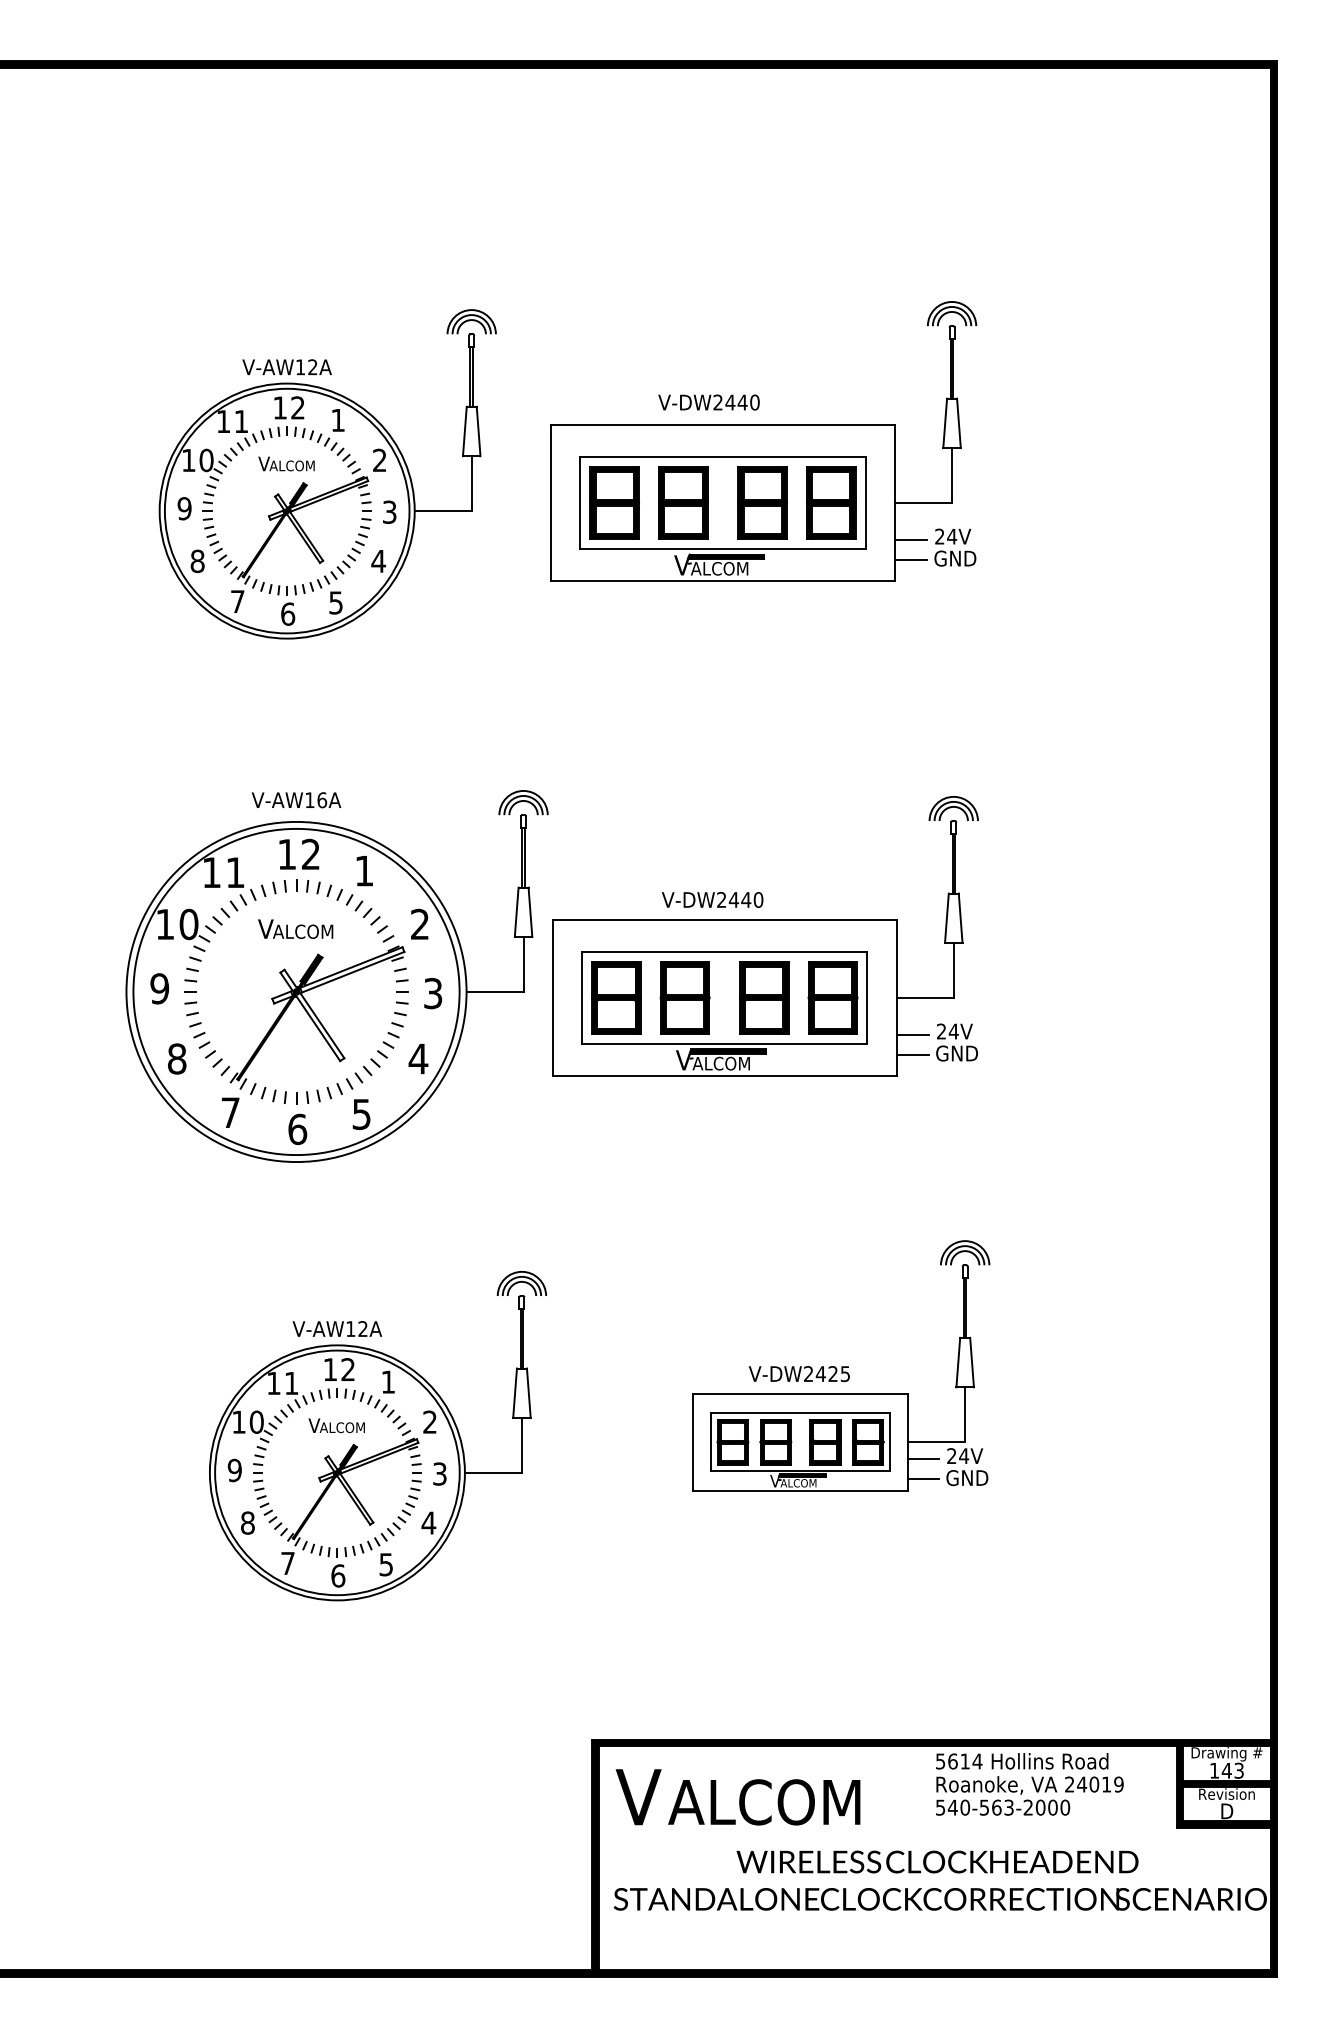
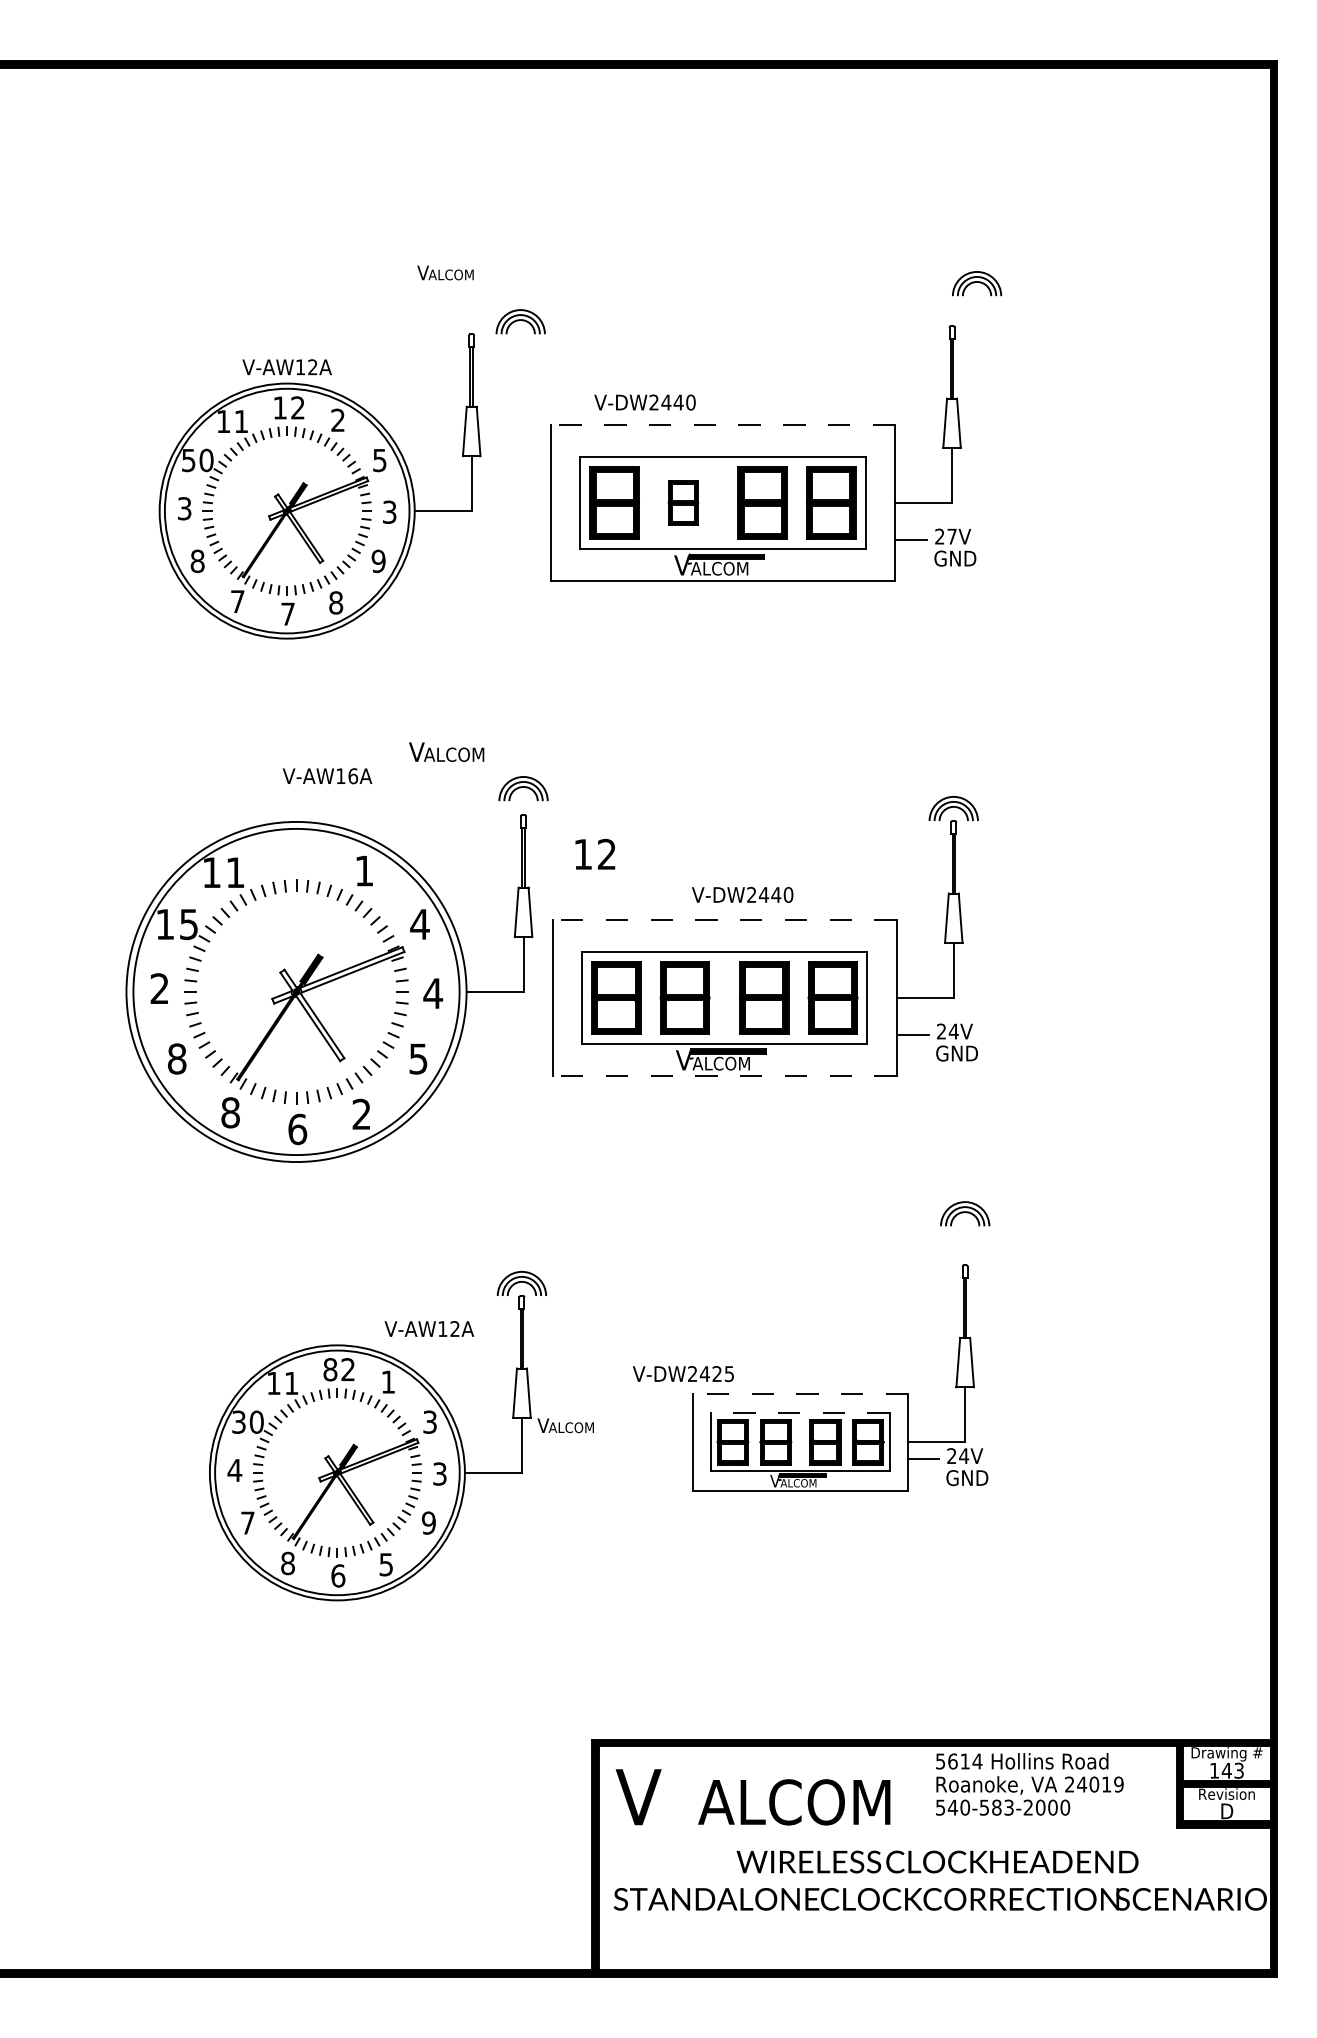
part at (952, 313) position: (952, 313) -> (977, 283)
part at (471, 321) position: (471, 321) -> (520, 321)
text at (708, 402) position: (708, 402) -> (644, 402)
text at (337, 419): 1 -> 2
line at (722, 425): solid -> dashed
text at (188, 460): 10 -> 50
text at (379, 460): 2 -> 5
text at (286, 463) position: (286, 463) -> (445, 272)
part at (683, 502) size: 51x74 px -> 33x46 px
text at (184, 508): 9 -> 3
text at (952, 536): 24V -> 27V
line at (911, 559): present -> none
text at (378, 561): 4 -> 9
text at (336, 602): 5 -> 8
text at (288, 613): 6 -> 7
text at (296, 800) position: (296, 800) -> (327, 776)
part at (523, 802) position: (523, 802) -> (523, 788)
text at (299, 853) position: (299, 853) -> (595, 853)
text at (712, 899) position: (712, 899) -> (742, 894)
line at (724, 920): solid -> dashed
text at (419, 923): 2 -> 4
text at (188, 924): 10 -> 15
text at (295, 928) position: (295, 928) -> (446, 751)
text at (159, 988): 9 -> 2
text at (433, 993): 3 -> 4
line at (912, 1054): present -> none
text at (418, 1058): 4 -> 5
line at (724, 1075): solid -> dashed
text at (230, 1112): 7 -> 8
text at (361, 1114): 5 -> 2
part at (965, 1252) position: (965, 1252) -> (965, 1213)
text at (337, 1328) position: (337, 1328) -> (429, 1328)
text at (330, 1369): 12 -> 82
text at (798, 1374) position: (798, 1374) -> (682, 1374)
line at (800, 1393): solid -> dashed
line at (800, 1413): solid -> dashed
text at (238, 1421): 10 -> 30
text at (429, 1421): 2 -> 3
text at (336, 1425) position: (336, 1425) -> (565, 1425)
text at (234, 1470): 9 -> 4
line at (923, 1479): present -> none
text at (247, 1522): 8 -> 7
text at (428, 1522): 4 -> 9
text at (287, 1563): 7 -> 8
text at (764, 1802) position: (764, 1802) -> (794, 1802)
text at (996, 1807): 540-563-2000 -> 540-583-2000
